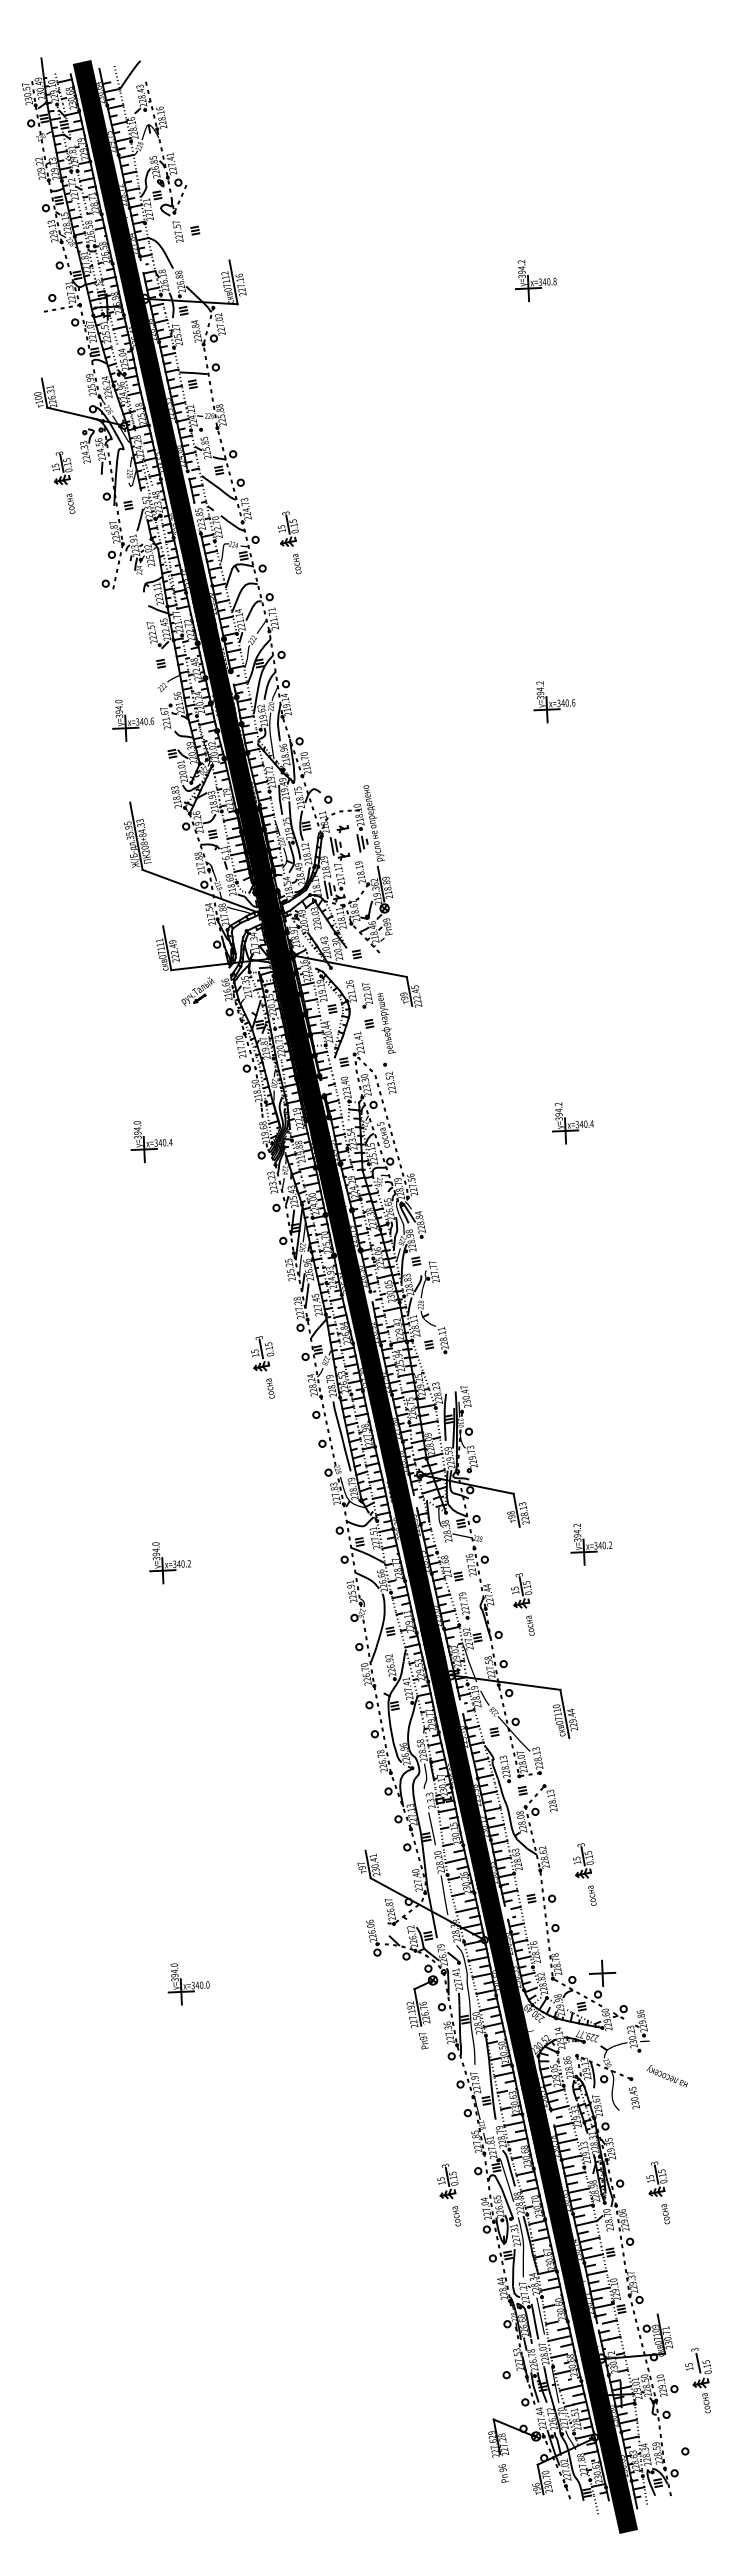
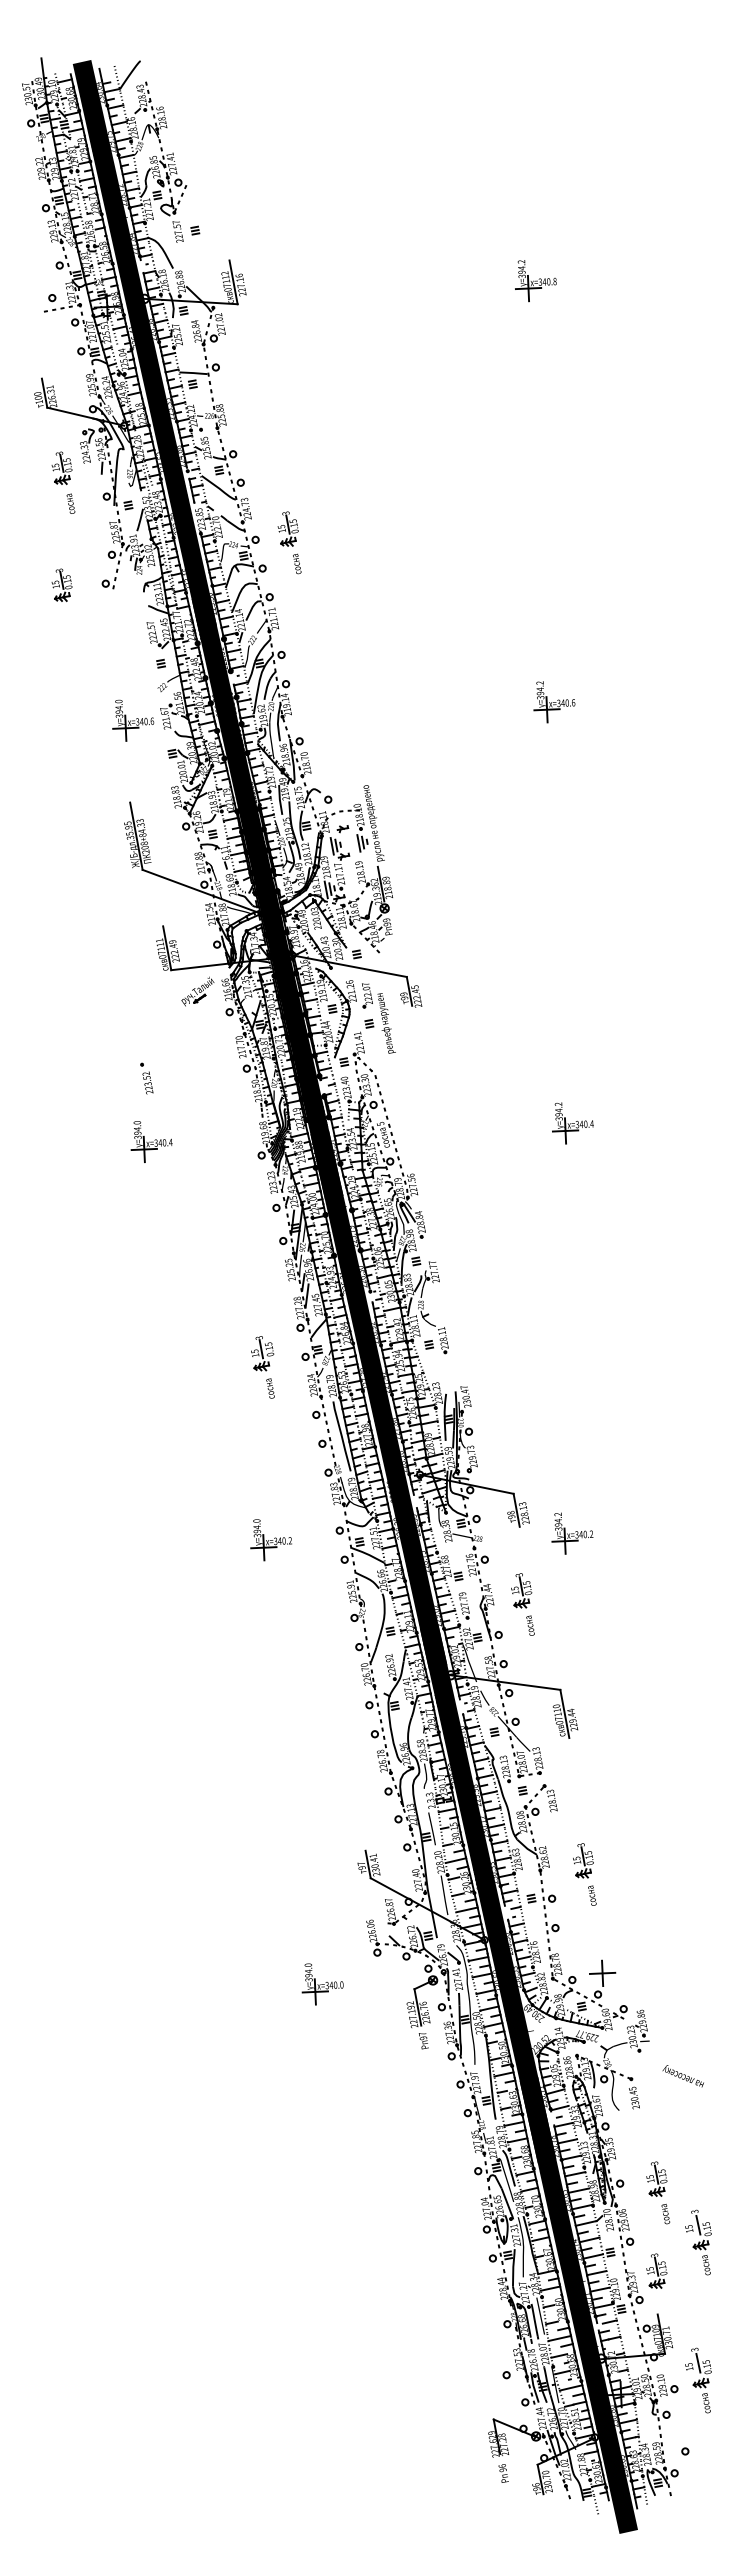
part at (61, 584): none -> present
part at (389, 1078) position: (389, 1078) -> (146, 1078)
part at (591, 1544) position: (591, 1544) -> (572, 1533)
part at (169, 1563) position: (169, 1563) -> (270, 1540)
part at (188, 1984) position: (188, 1984) -> (322, 1984)
text at (666, 2076) position: (666, 2076) -> (682, 2076)
part at (449, 2194): present -> none
part at (698, 2242): none -> present
part at (656, 2270): none -> present
